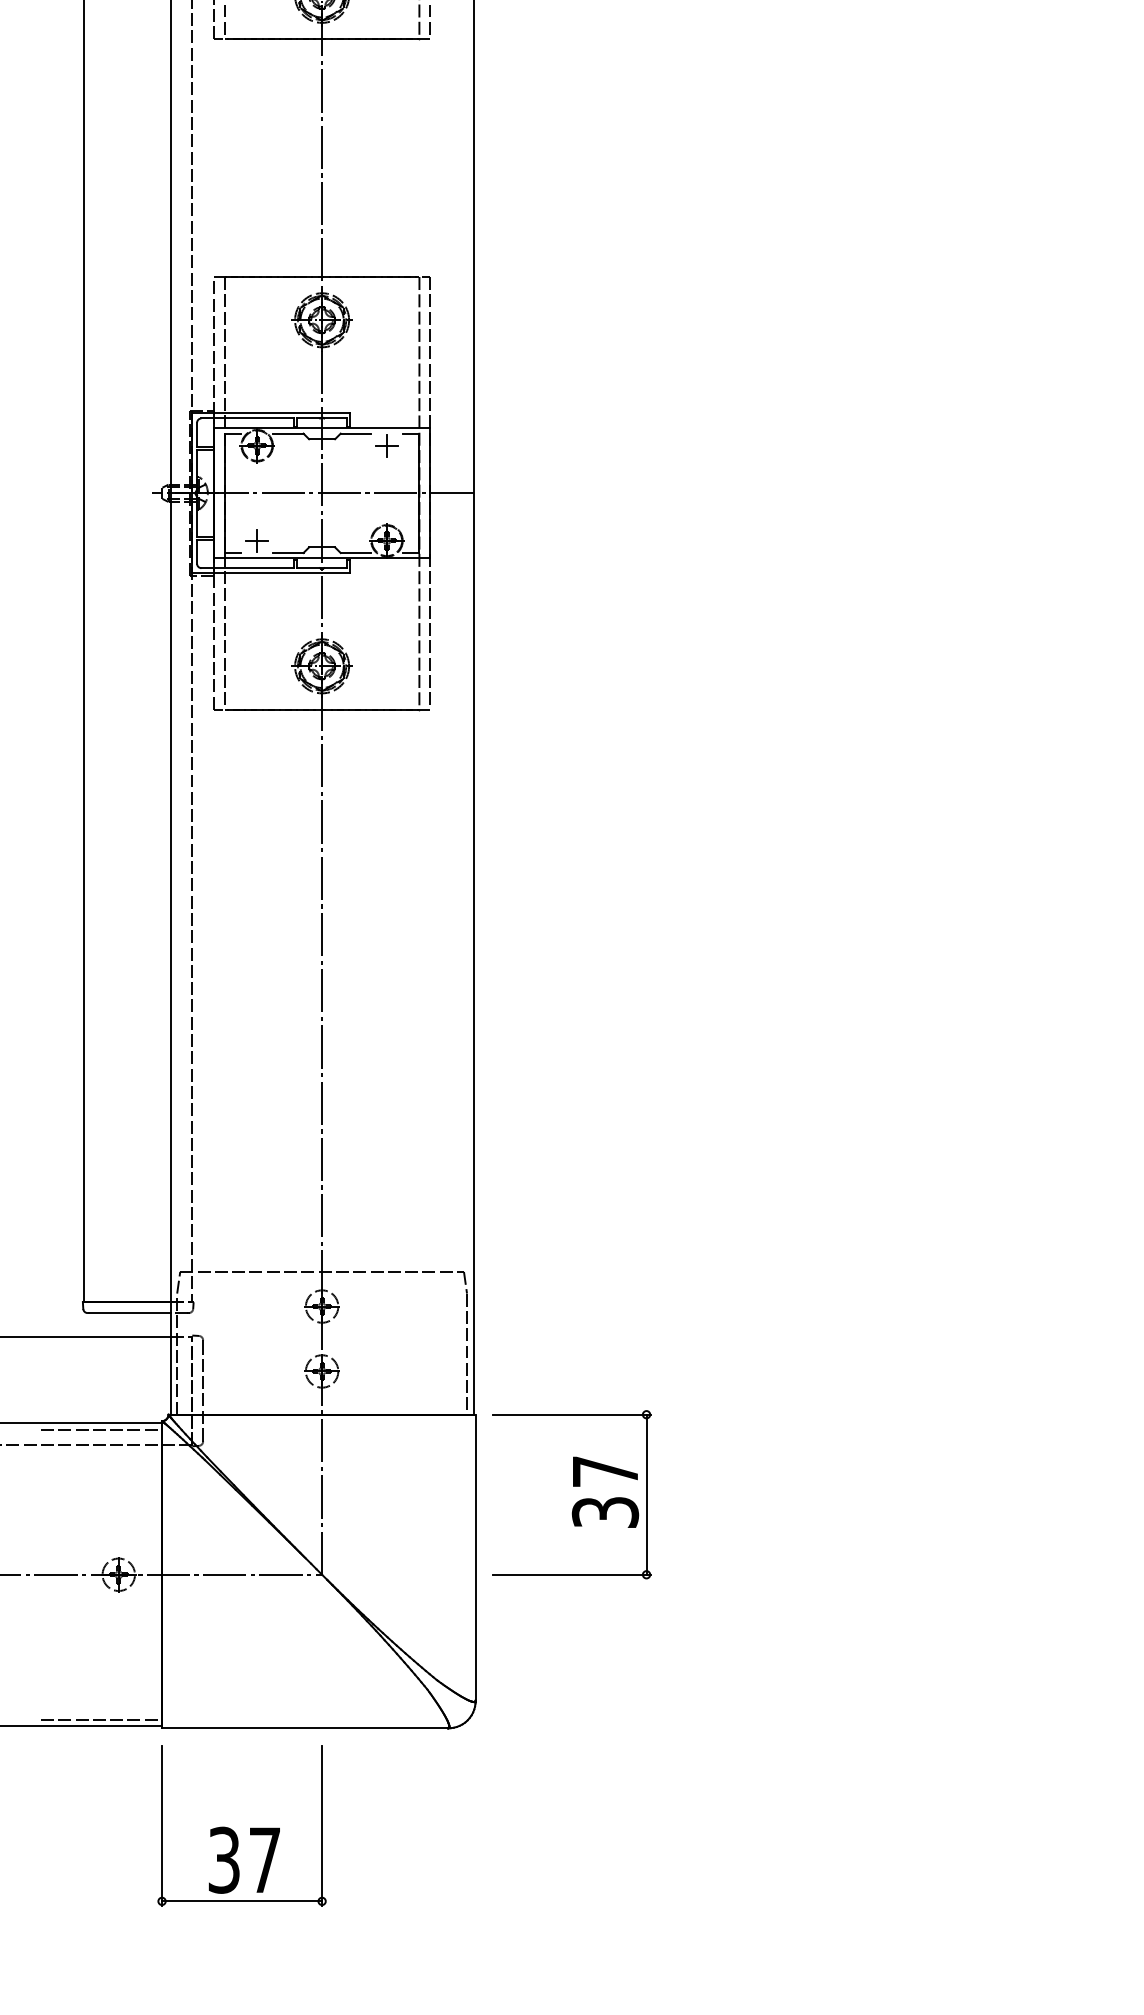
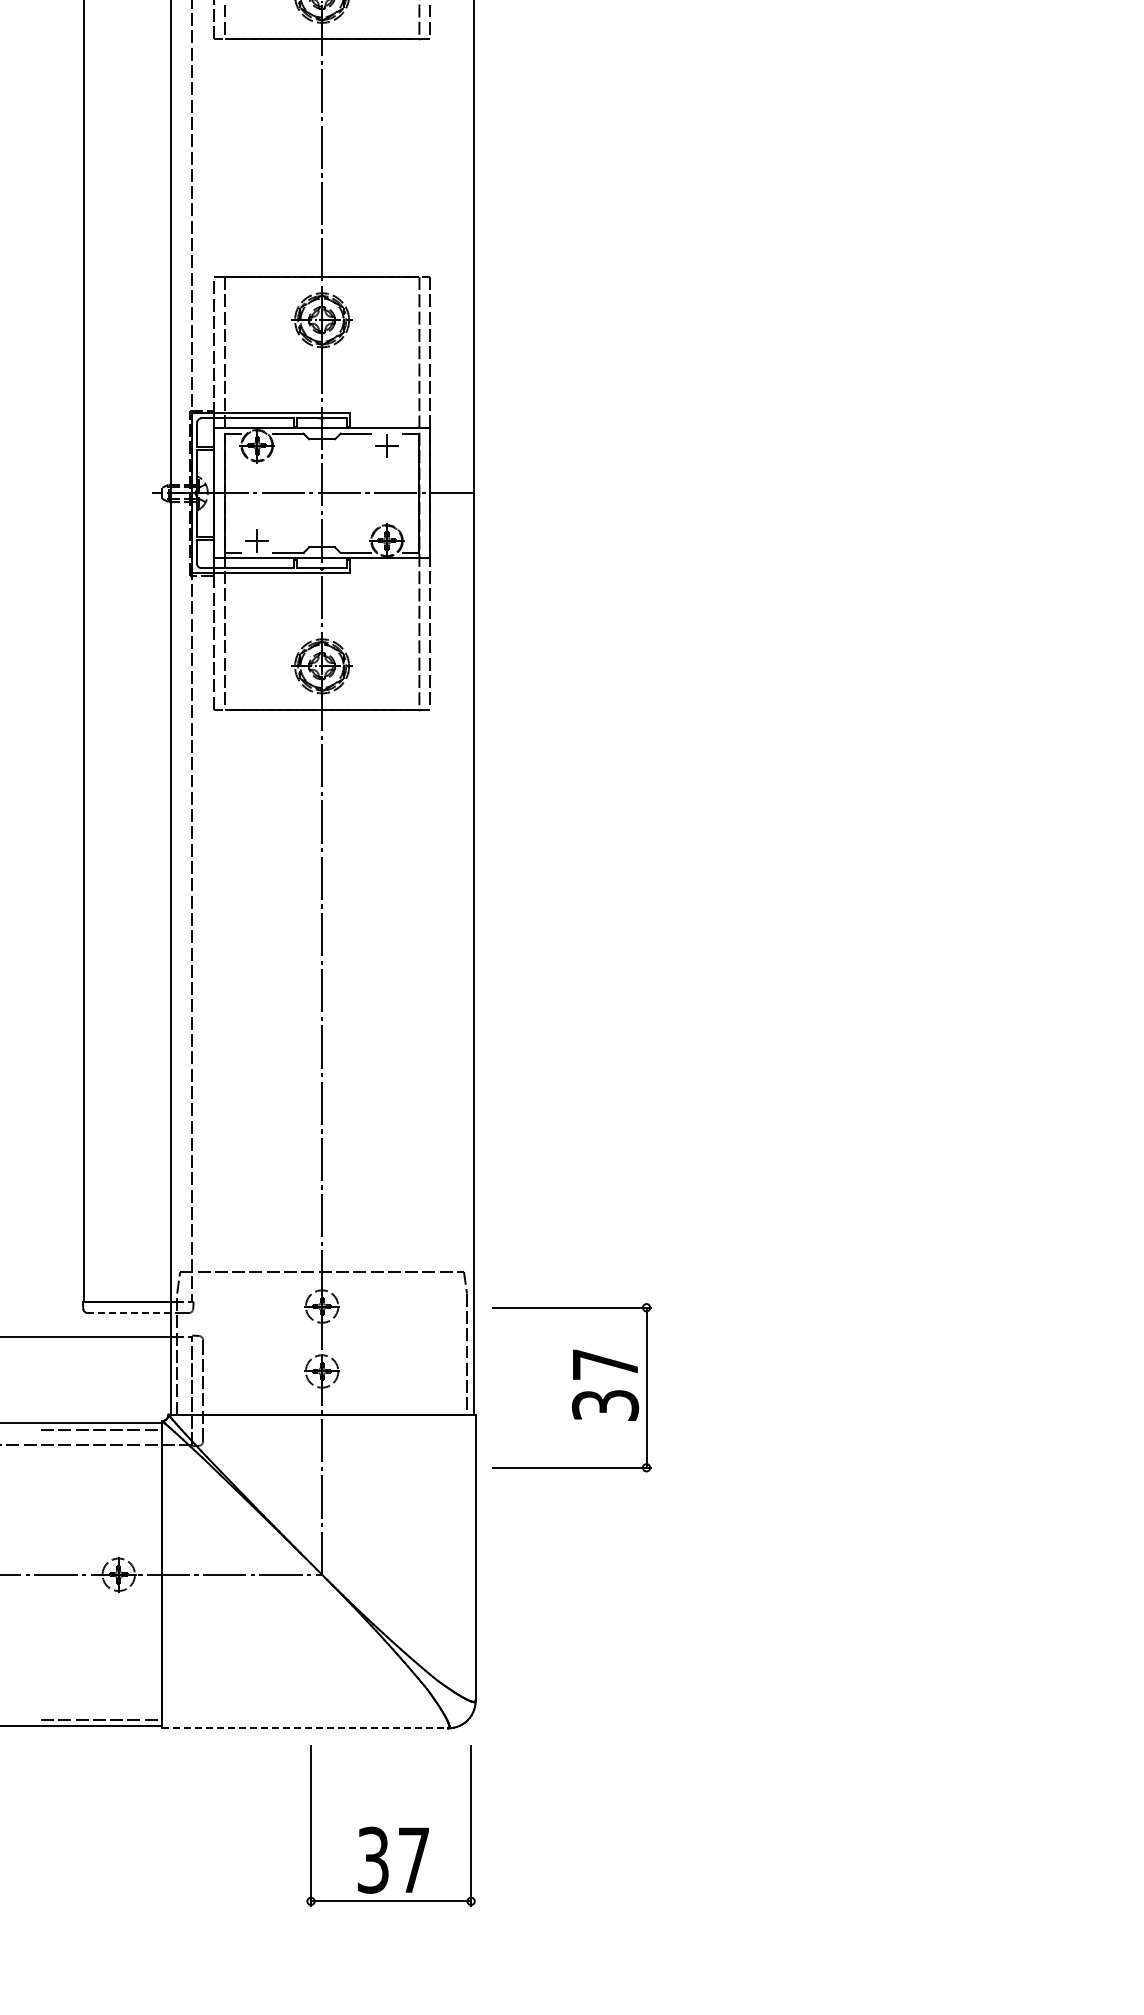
line at (129, 1313): solid -> dashed
part at (573, 1486) position: (573, 1486) -> (573, 1379)
line at (305, 1728): solid -> dashed
part at (250, 1827) position: (250, 1827) -> (399, 1827)
